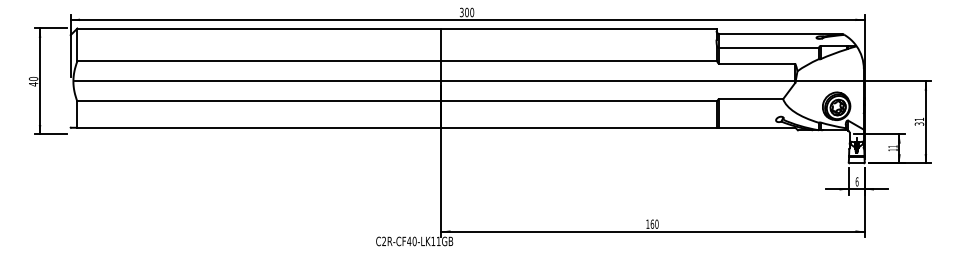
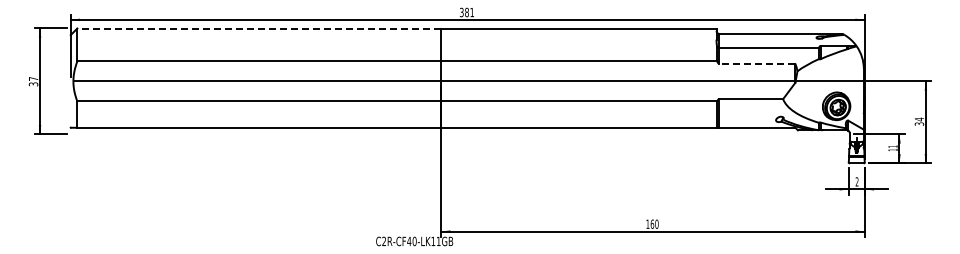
text at (469, 12): 300 -> 381
line at (259, 28): solid -> dashed
line at (756, 63): solid -> dashed
text at (33, 81): 40 -> 37
text at (918, 119): 31 -> 34
text at (856, 181): 6 -> 2
